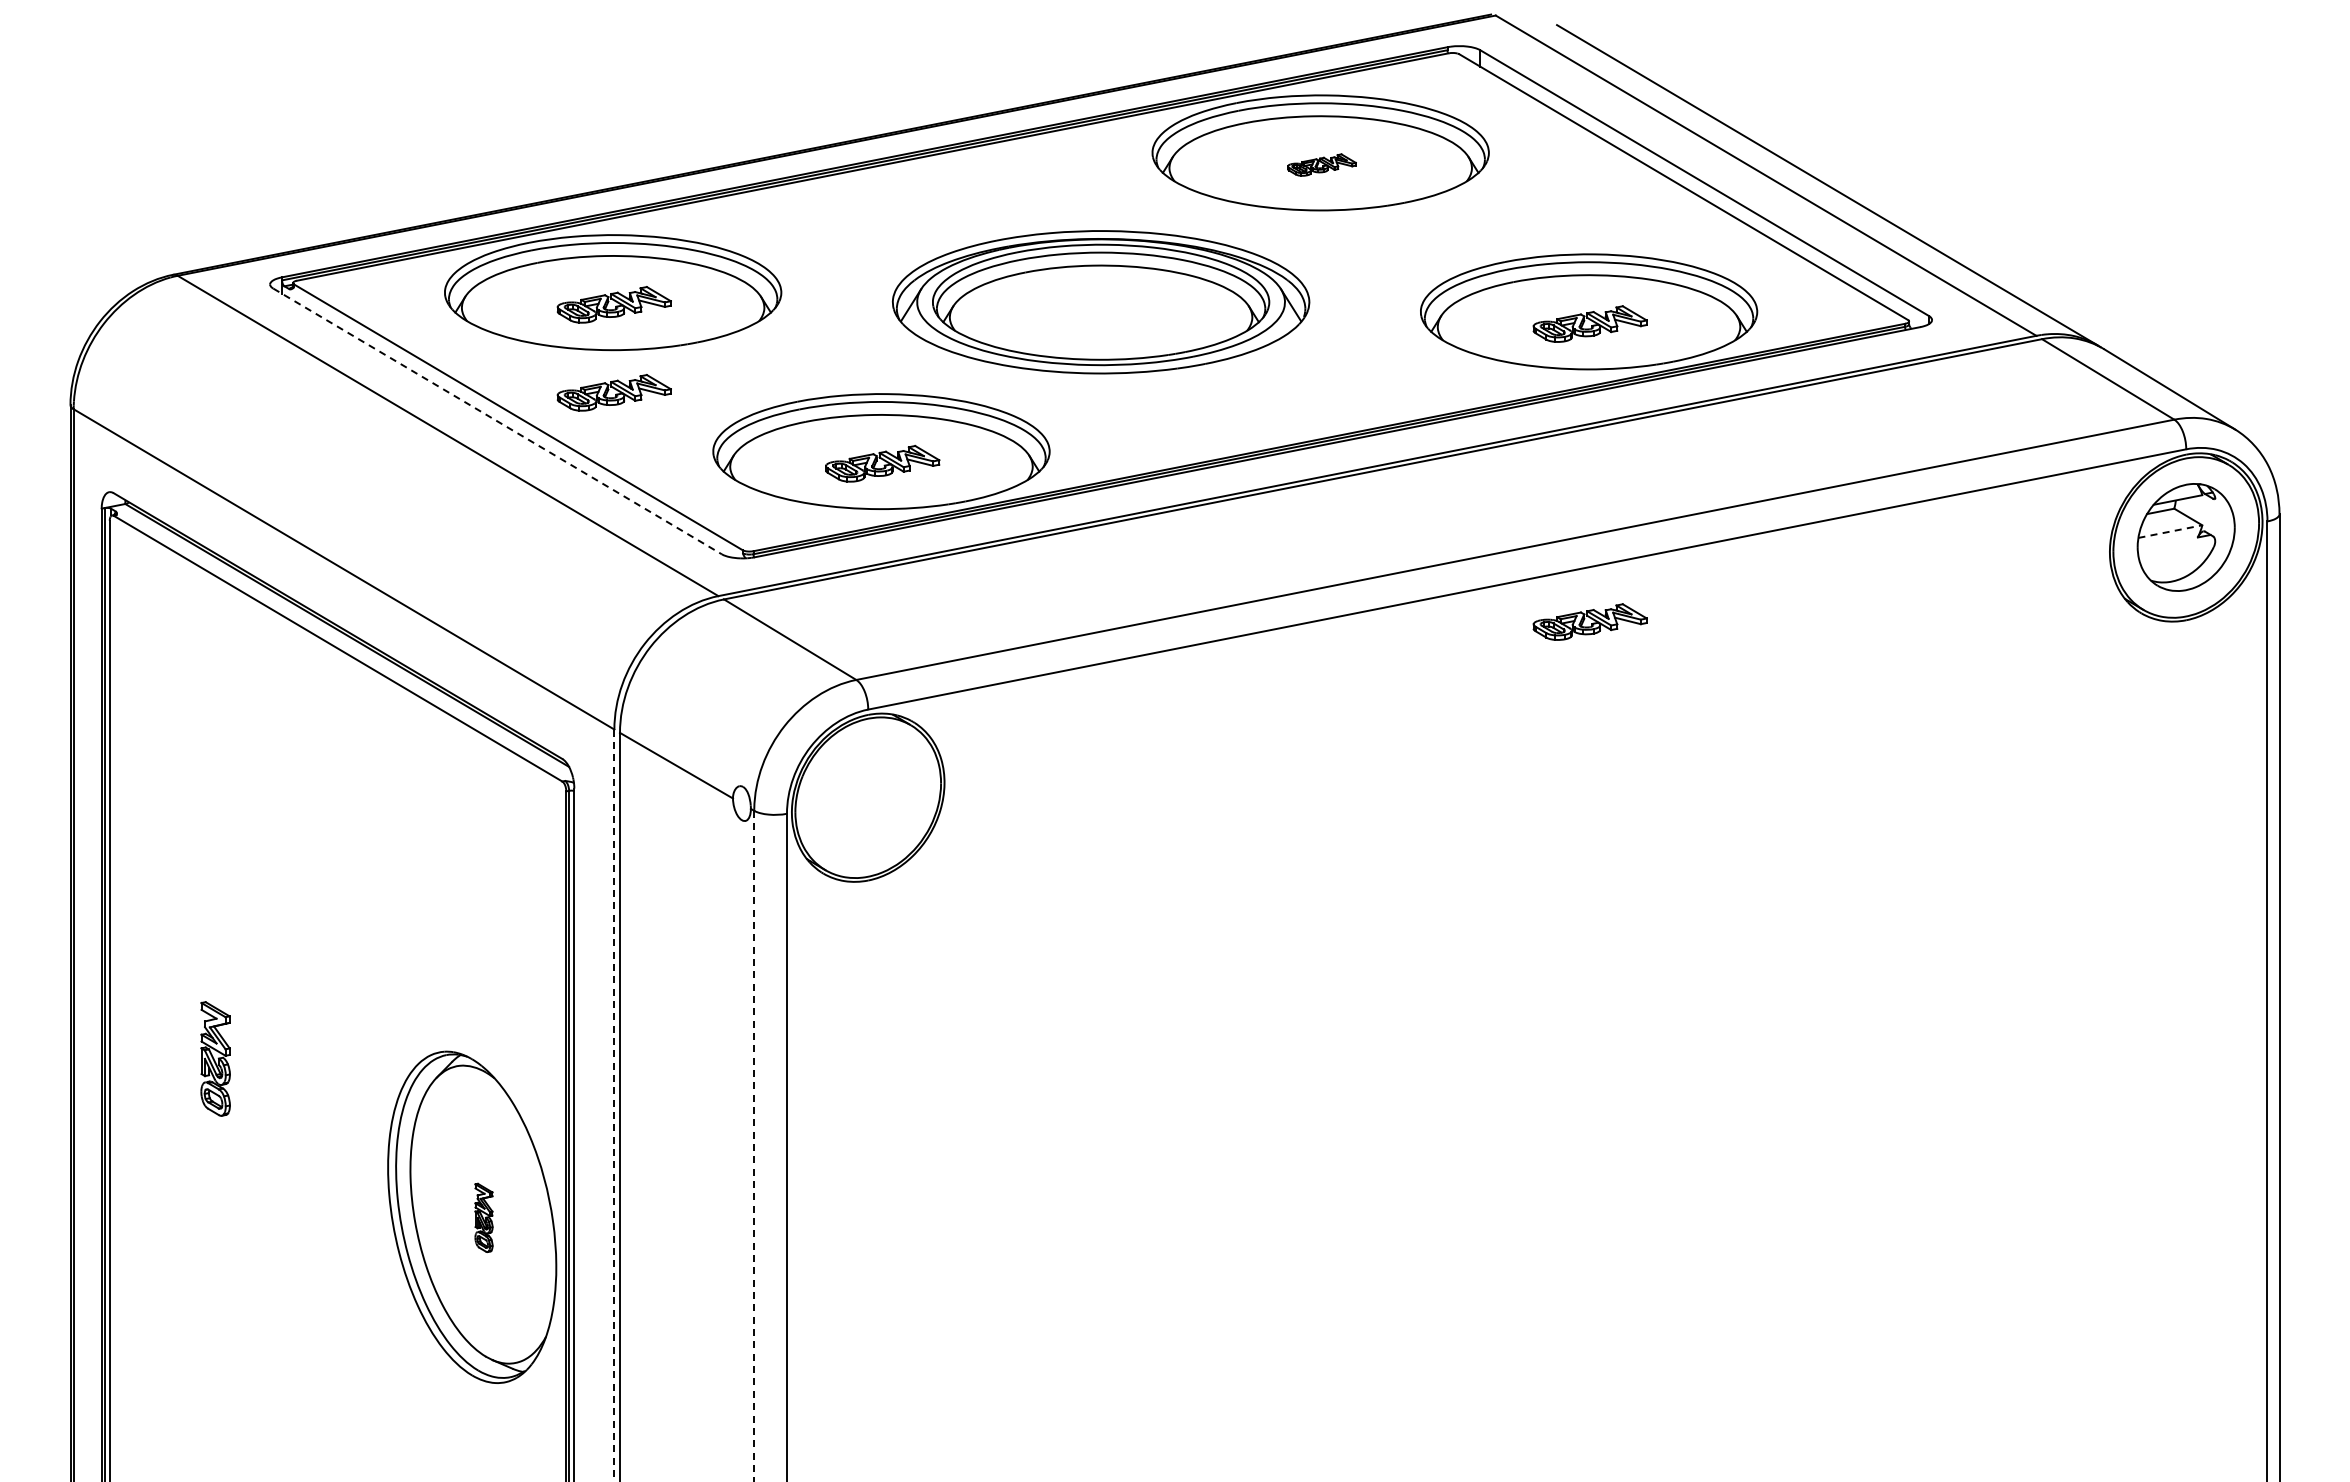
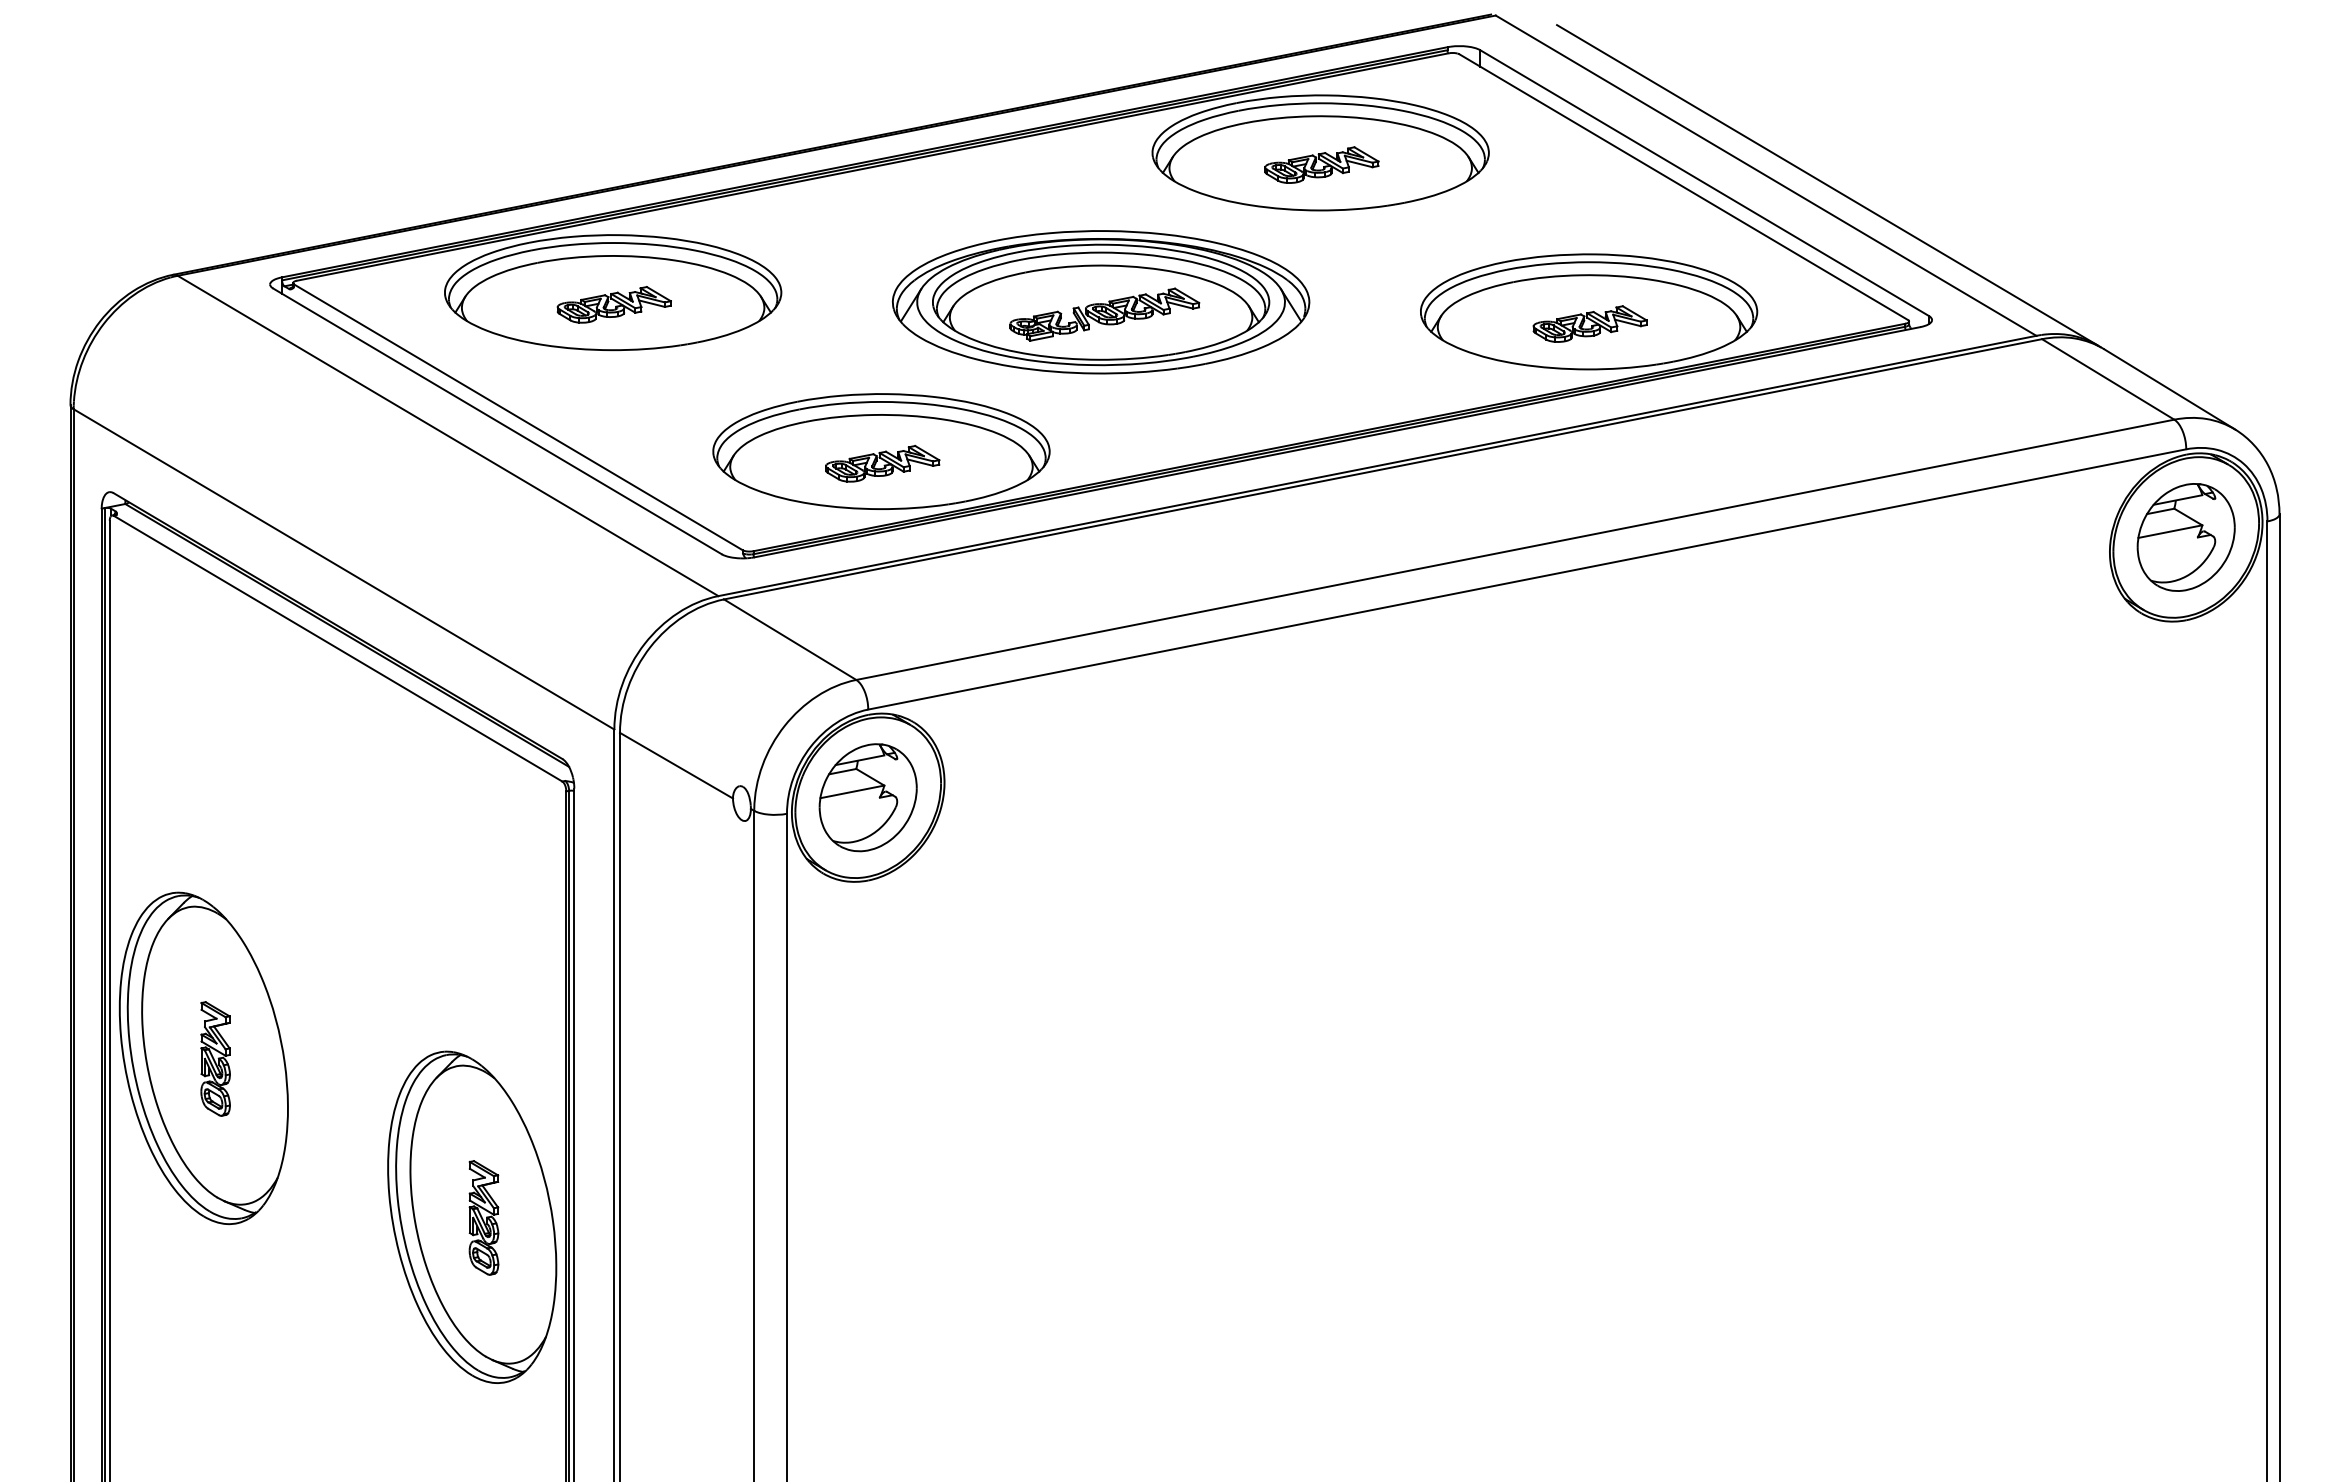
part at (1321, 164) size: 70x24 px -> 116x38 px
part at (1104, 314): none -> present
part at (613, 392): present -> none
line at (497, 421): dashed -> solid
line at (2170, 531): dashed -> solid
part at (1589, 621): present -> none
part at (867, 797): none -> present
part at (203, 1058): none -> present
line at (614, 1105): dashed -> solid
line at (754, 1146): dashed -> solid
part at (483, 1217) size: 20x71 px -> 32x116 px
